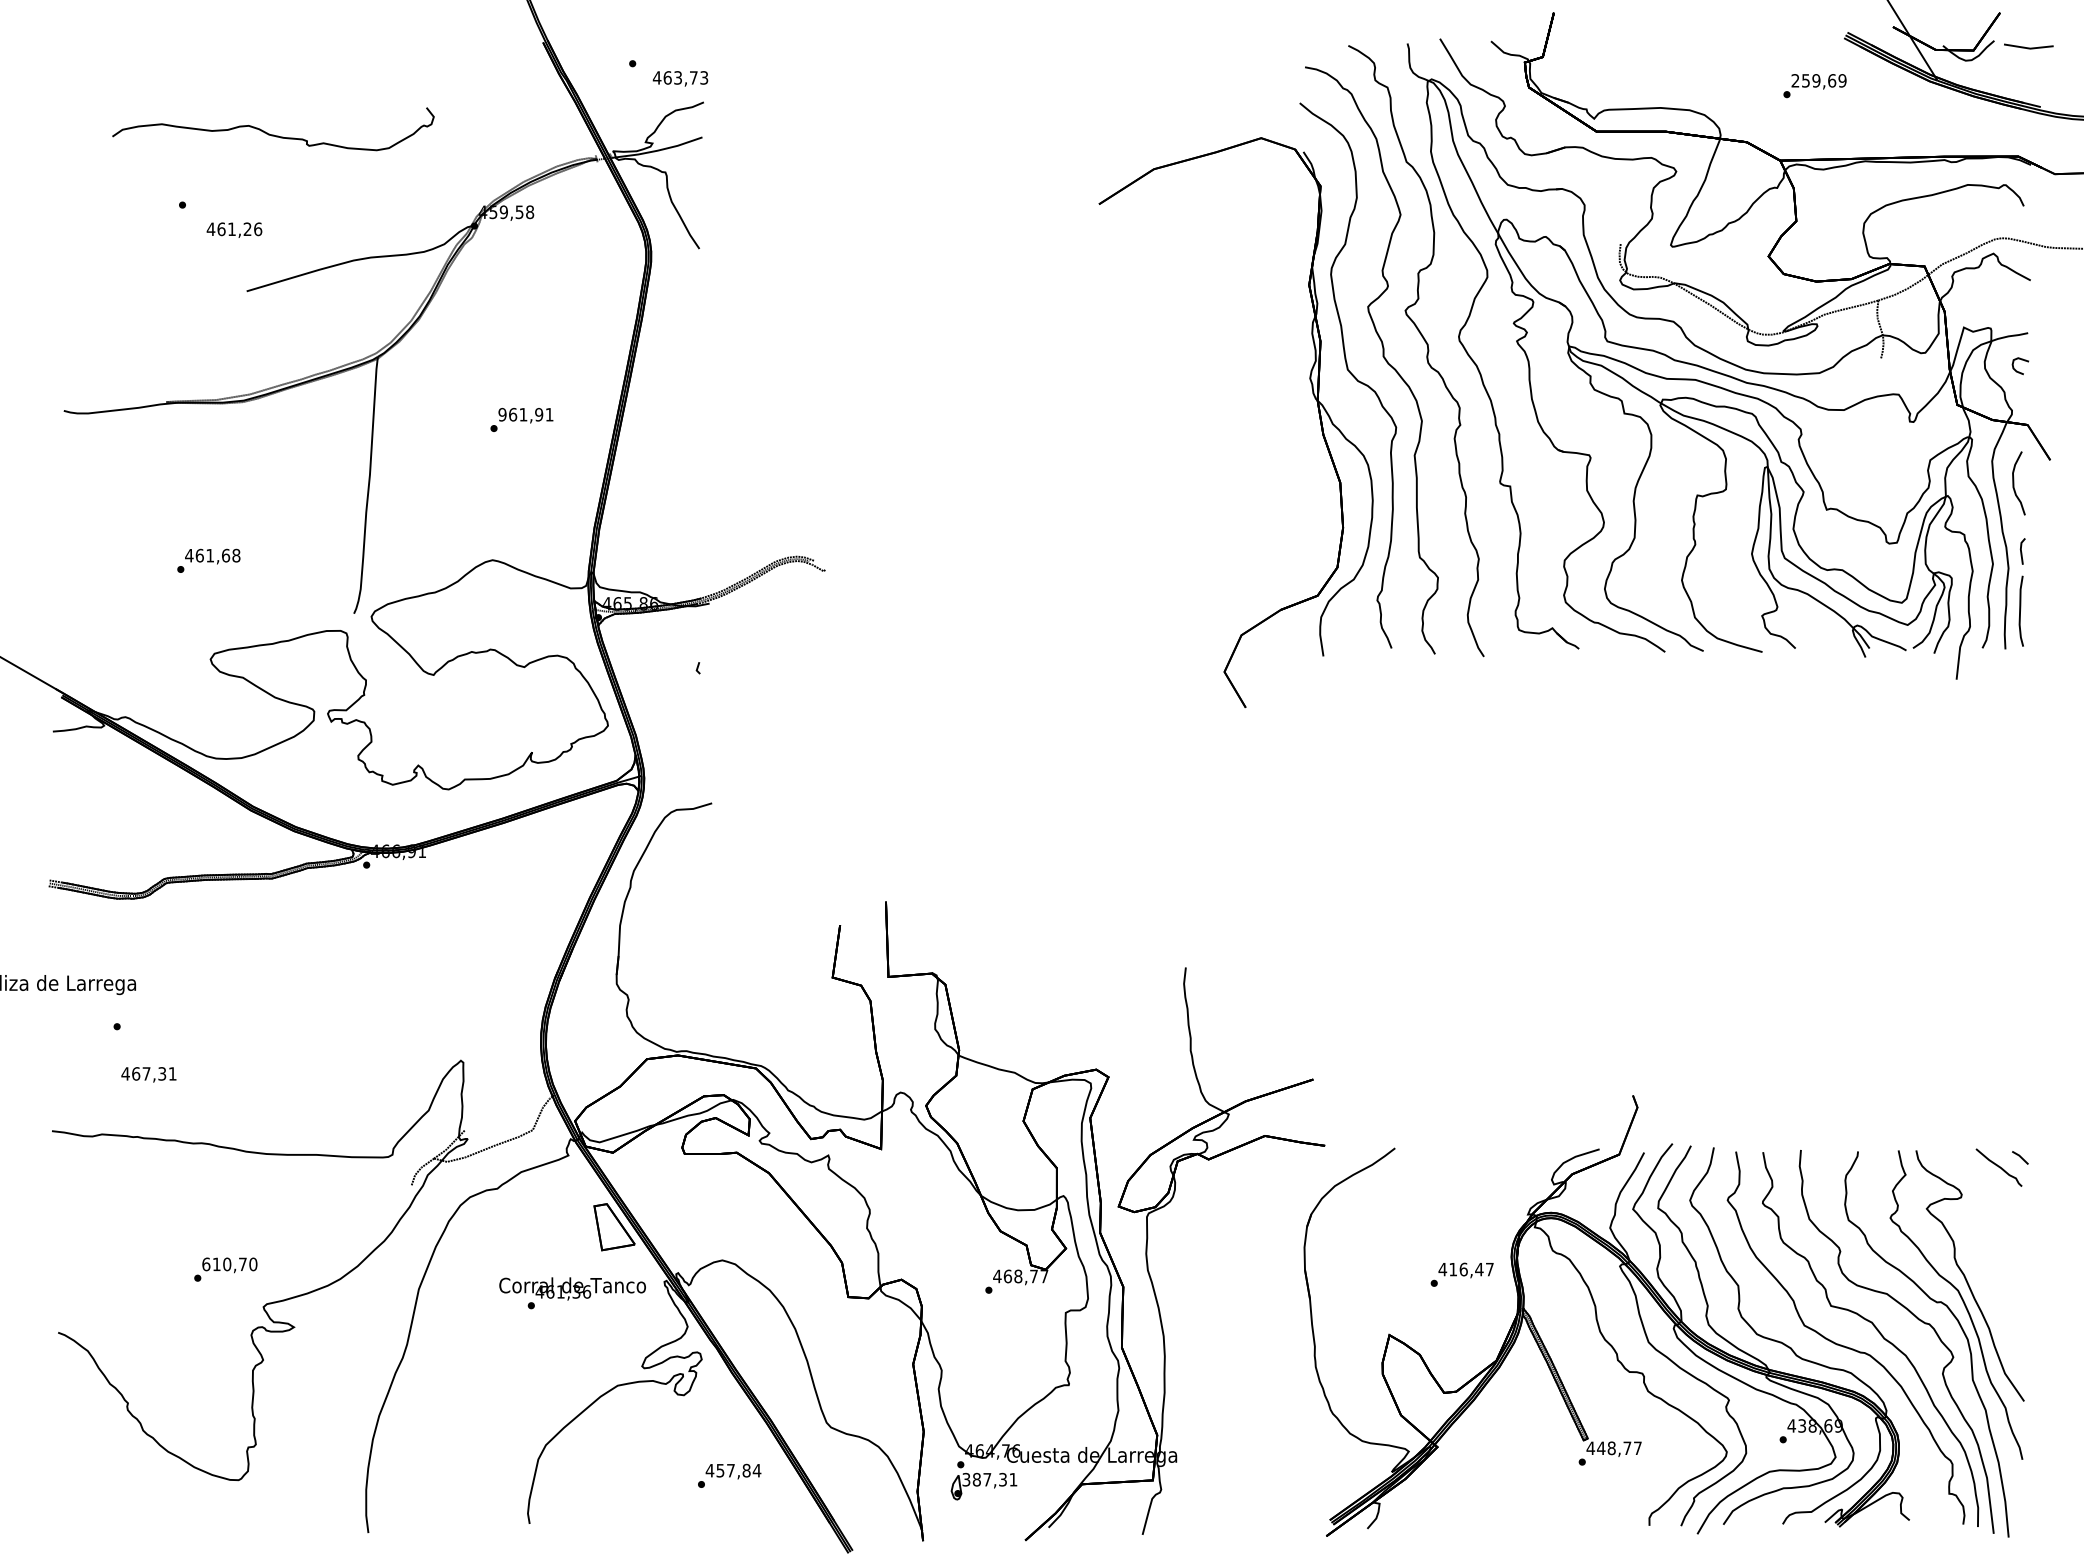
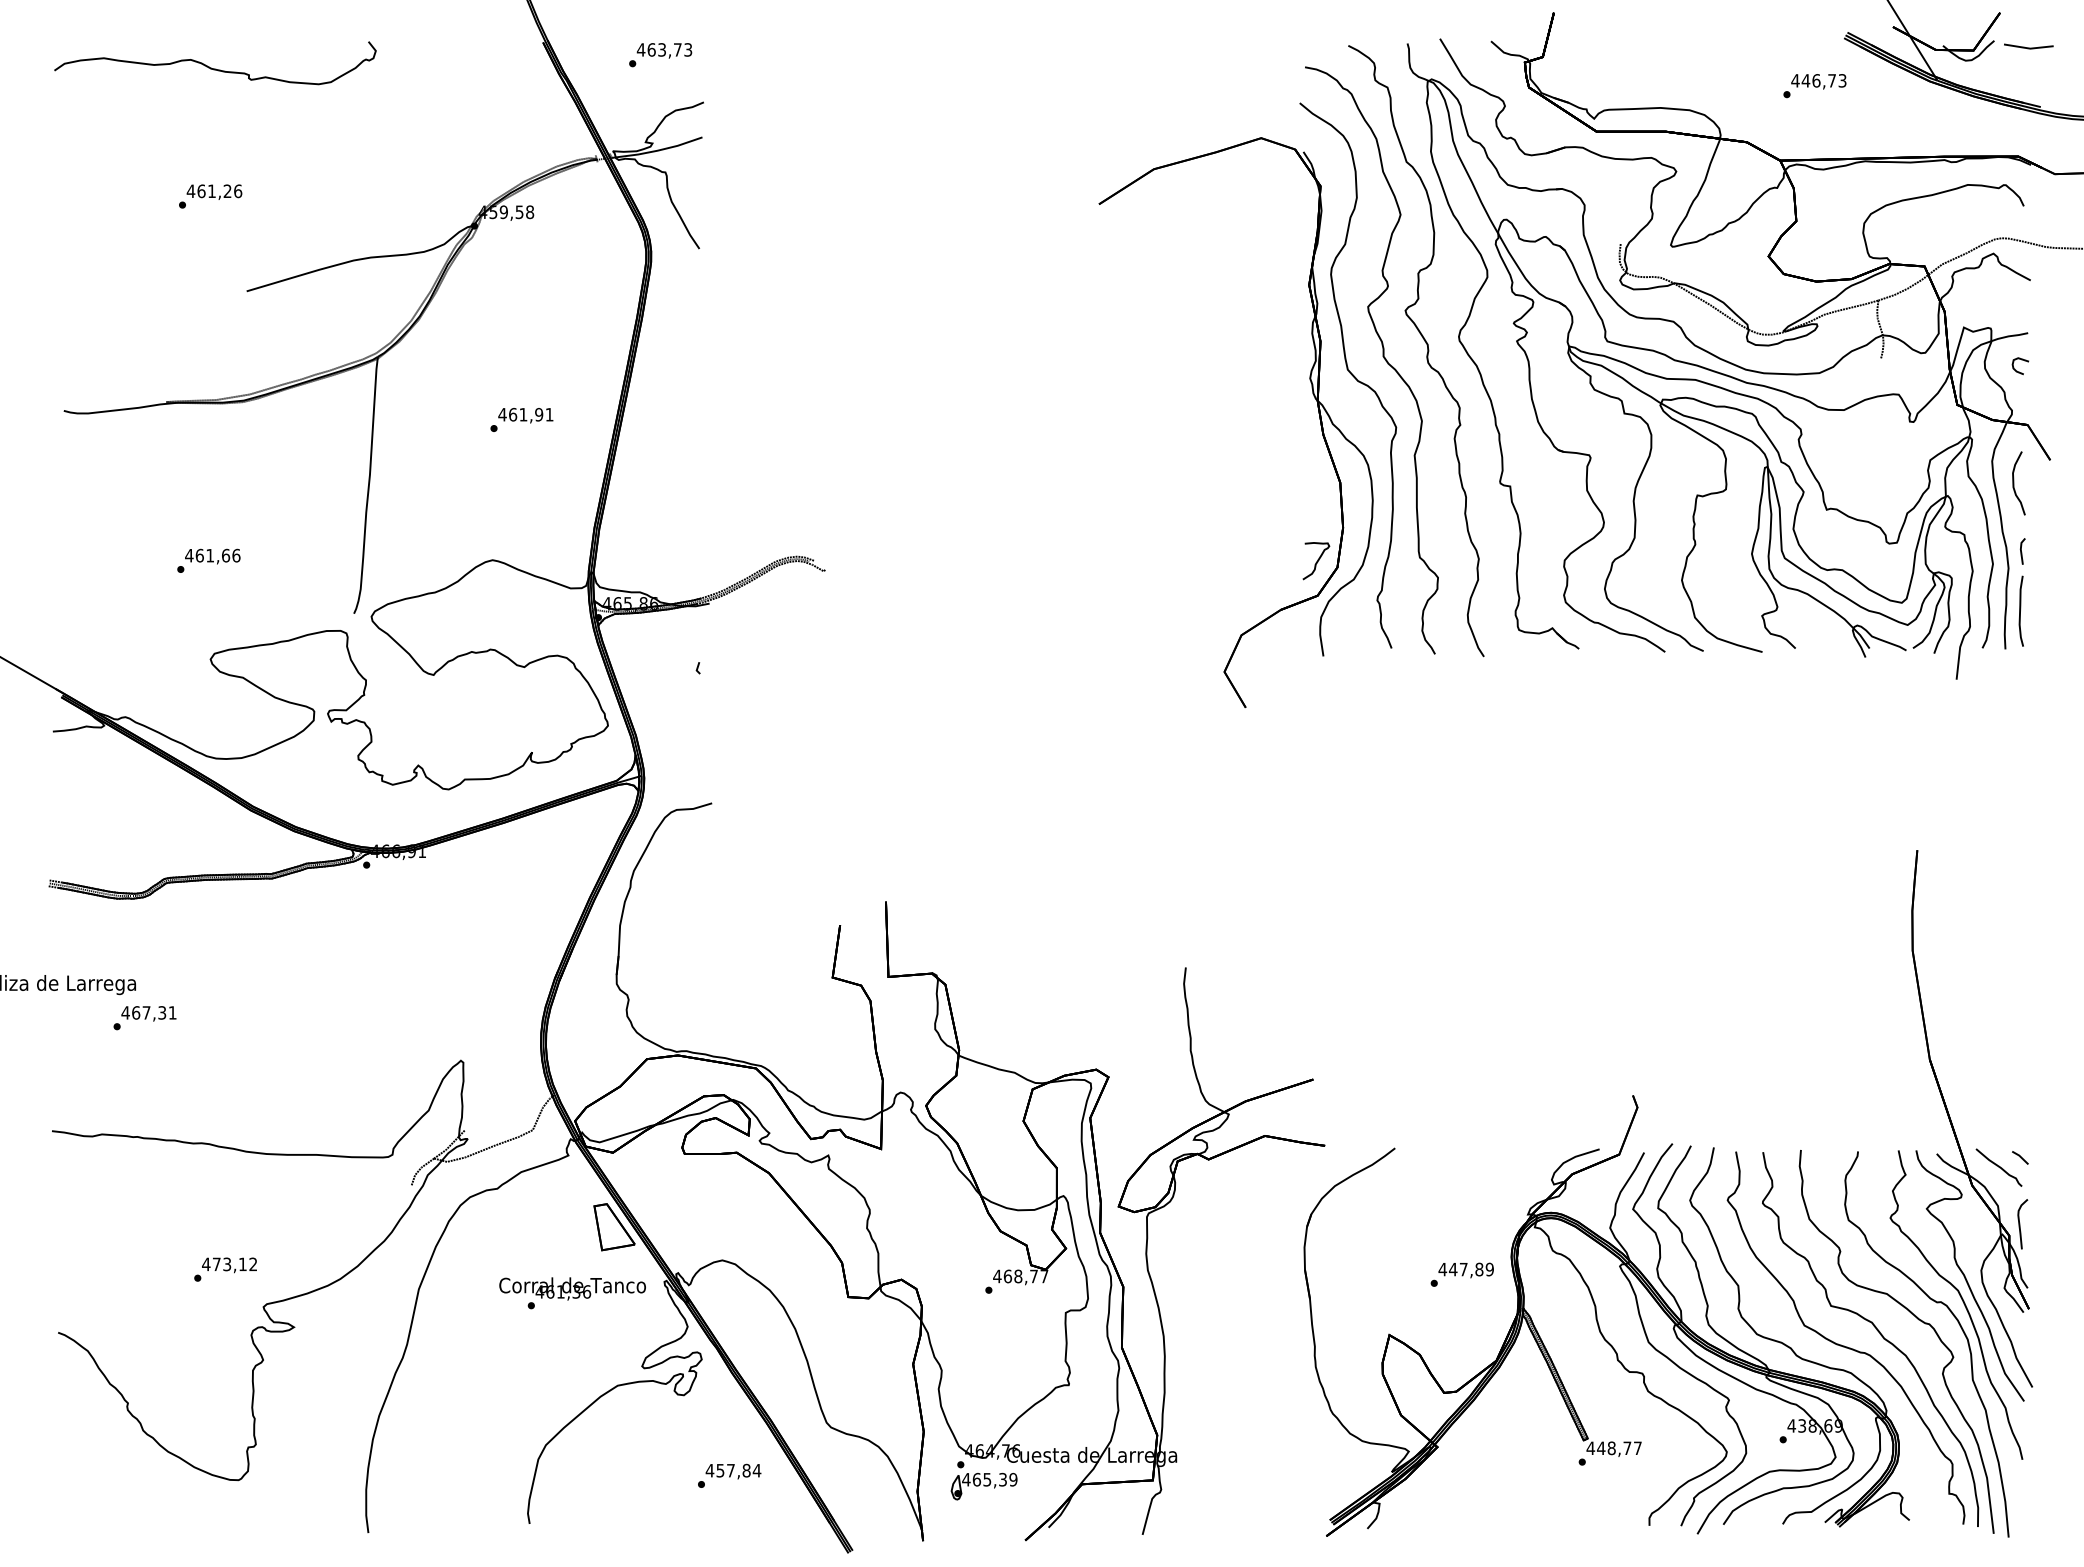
text at (680, 78) position: (680, 78) -> (664, 50)
text at (1818, 80): 259,69 -> 446,73
curve at (273, 134) position: (273, 134) -> (215, 68)
text at (234, 229) position: (234, 229) -> (214, 191)
text at (502, 414): 961,91 -> 461,91
text at (236, 555): 461,68 -> 461,66
part at (1316, 561): none -> present
text at (148, 1074) position: (148, 1074) -> (148, 1013)
part at (1953, 1125): none -> present
text at (229, 1264): 610,70 -> 473,12
text at (1470, 1269): 416,47 -> 447,89
text at (989, 1479): 387,31 -> 465,39
